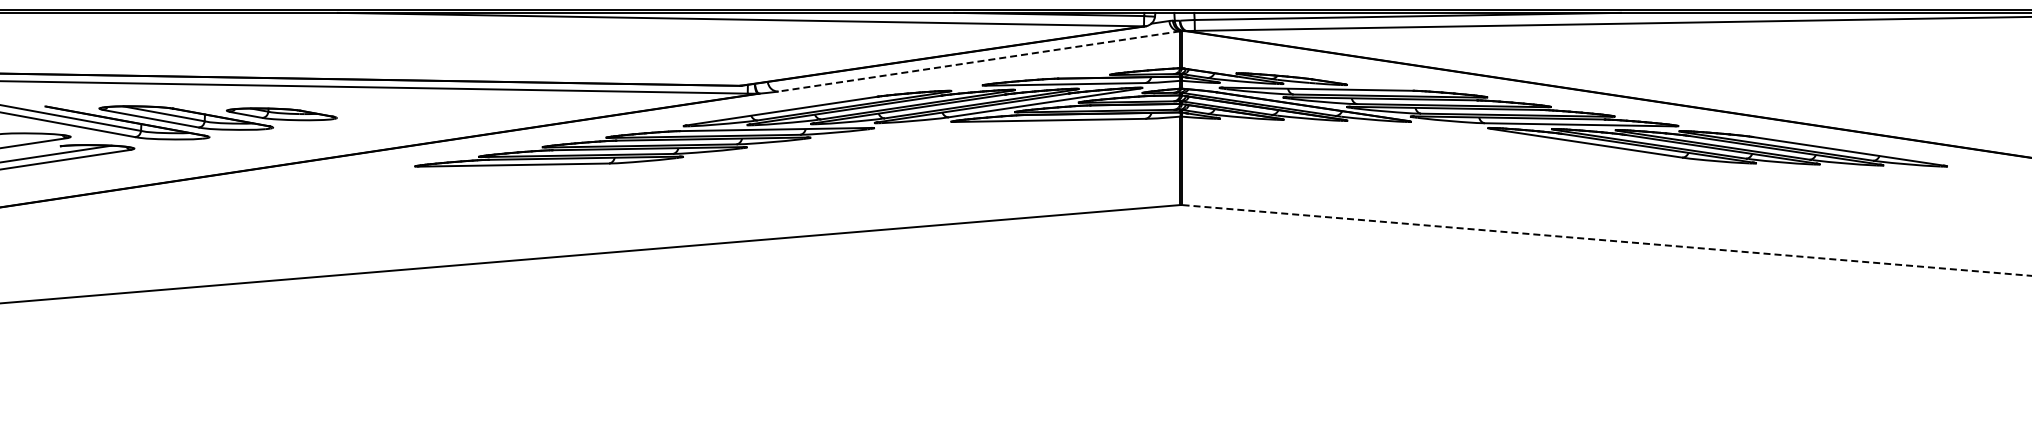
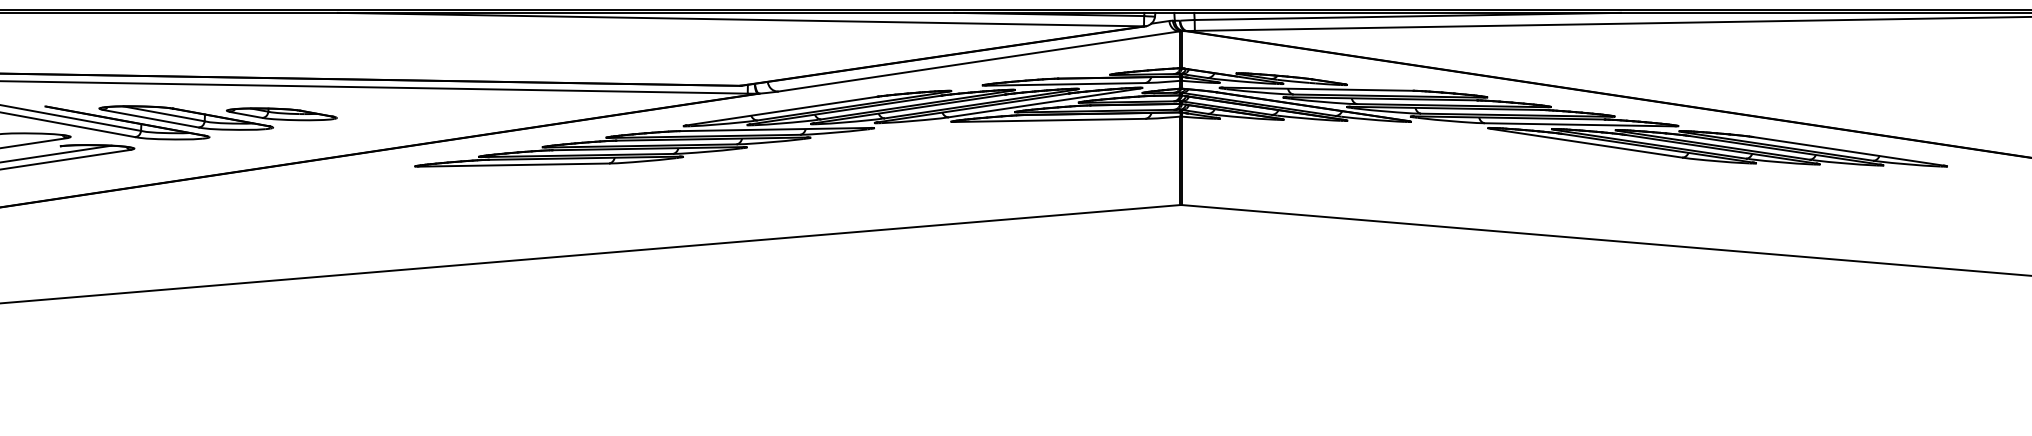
line at (978, 61): dashed -> solid
line at (1606, 240): dashed -> solid
